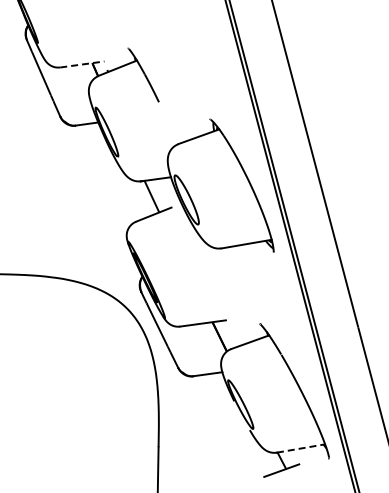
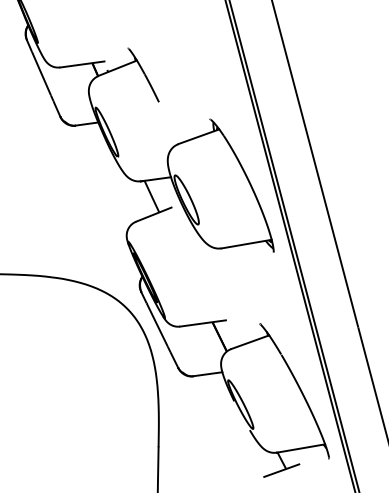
line at (82, 64): dashed -> solid
line at (301, 448): dashed -> solid
